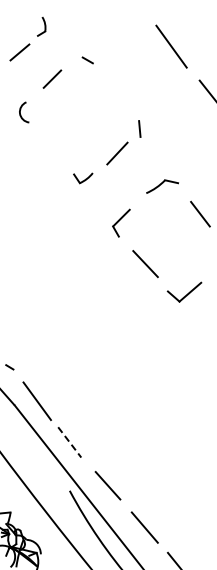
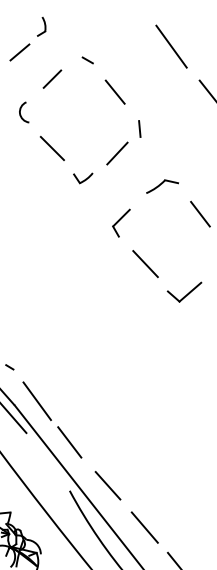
line at (114, 91): none -> present
line at (51, 148): none -> present
line at (14, 419): none -> present
line at (70, 442): dashed -> solid
